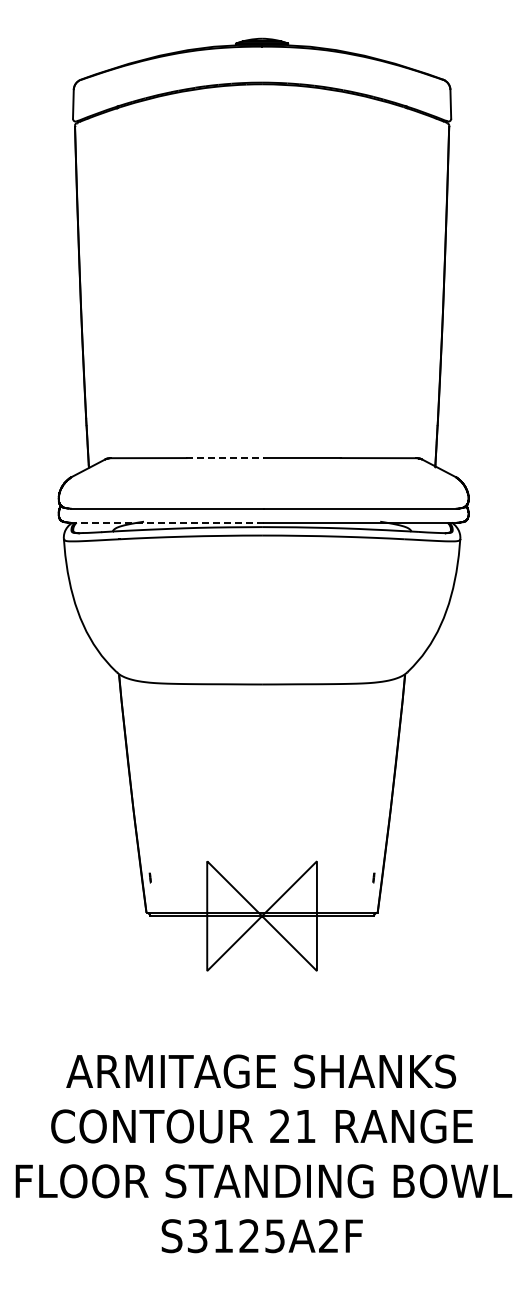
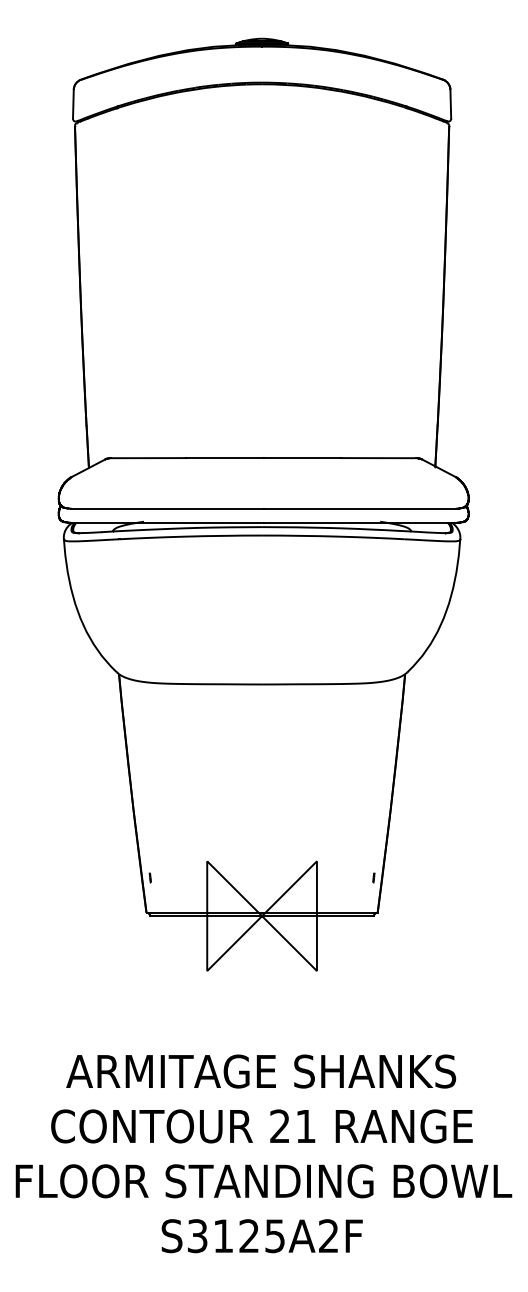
line at (225, 458): dashed -> solid
line at (166, 522): dashed -> solid
